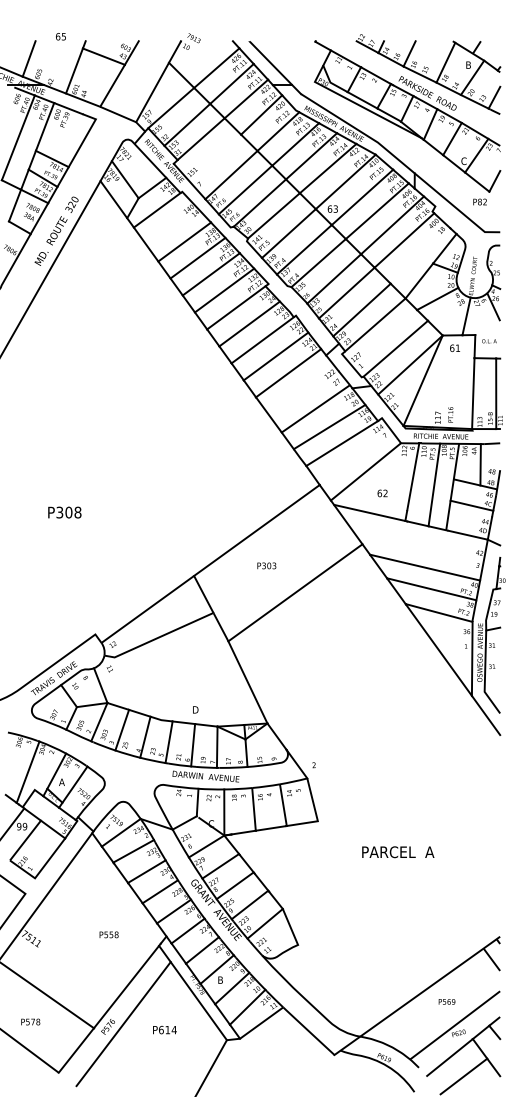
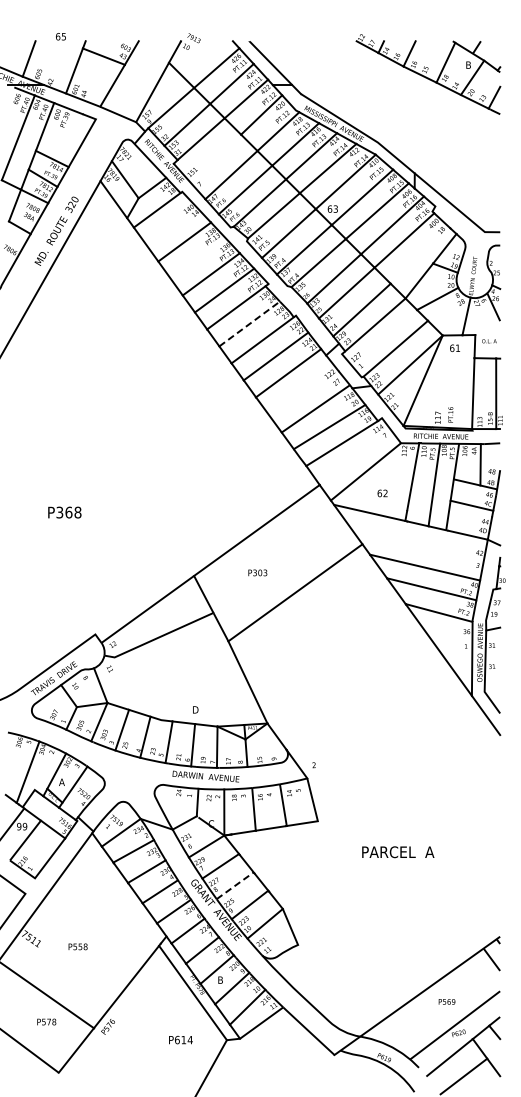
part at (407, 122): present -> none
line at (197, 257): present -> none
line at (249, 324): solid -> dashed
text at (68, 512): P308 -> P368
text at (266, 565) position: (266, 565) -> (257, 572)
line at (235, 885): solid -> dashed
text at (108, 934) position: (108, 934) -> (77, 946)
text at (30, 1021) position: (30, 1021) -> (46, 1021)
line at (123, 1024): present -> none
text at (164, 1030) position: (164, 1030) -> (180, 1040)
